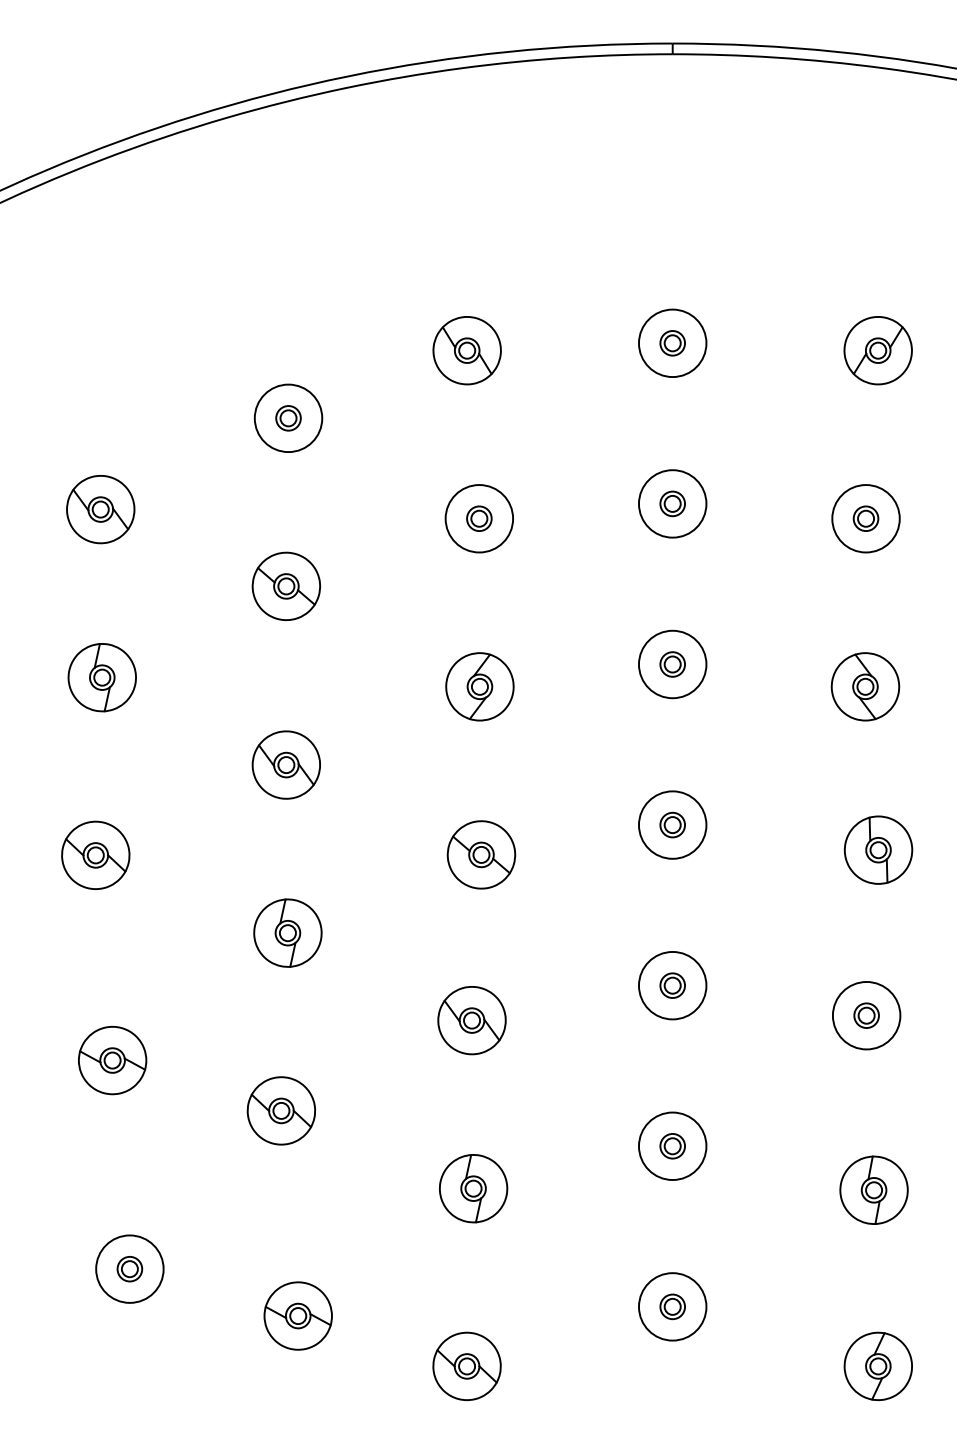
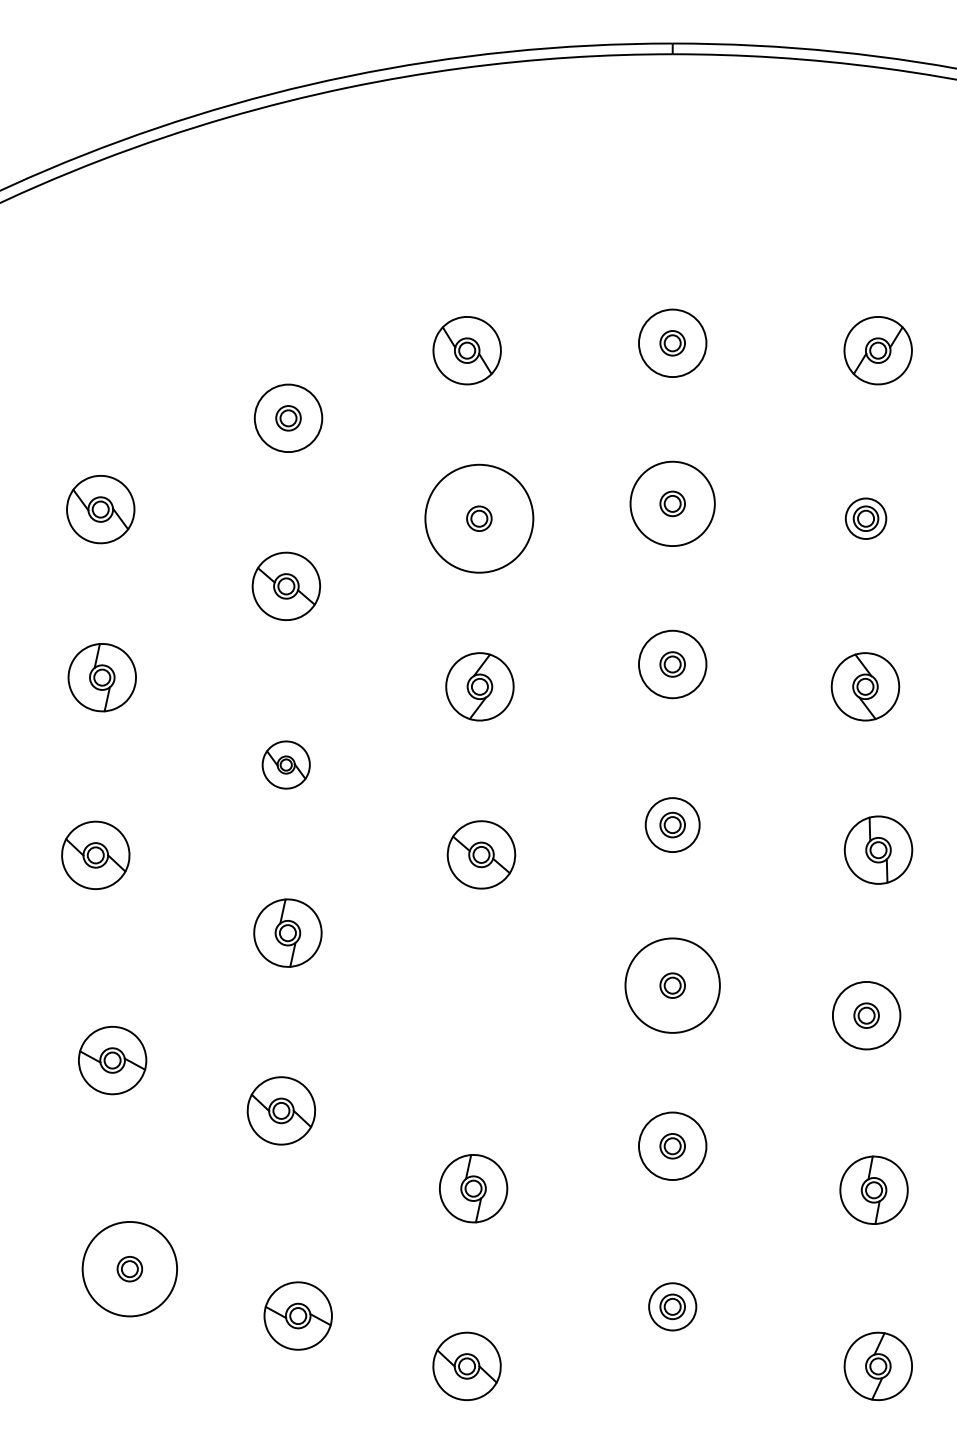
circle at (672, 503) diameter: 67 px -> 84 px
circle at (479, 518) diameter: 67 px -> 108 px
circle at (865, 518) diameter: 67 px -> 40 px
part at (285, 764) size: 70x70 px -> 50x50 px
circle at (672, 824) diameter: 67 px -> 54 px
circle at (672, 985) diameter: 67 px -> 94 px
part at (471, 1020): present -> none
circle at (129, 1268) diameter: 67 px -> 94 px
circle at (672, 1306) diameter: 67 px -> 47 px
